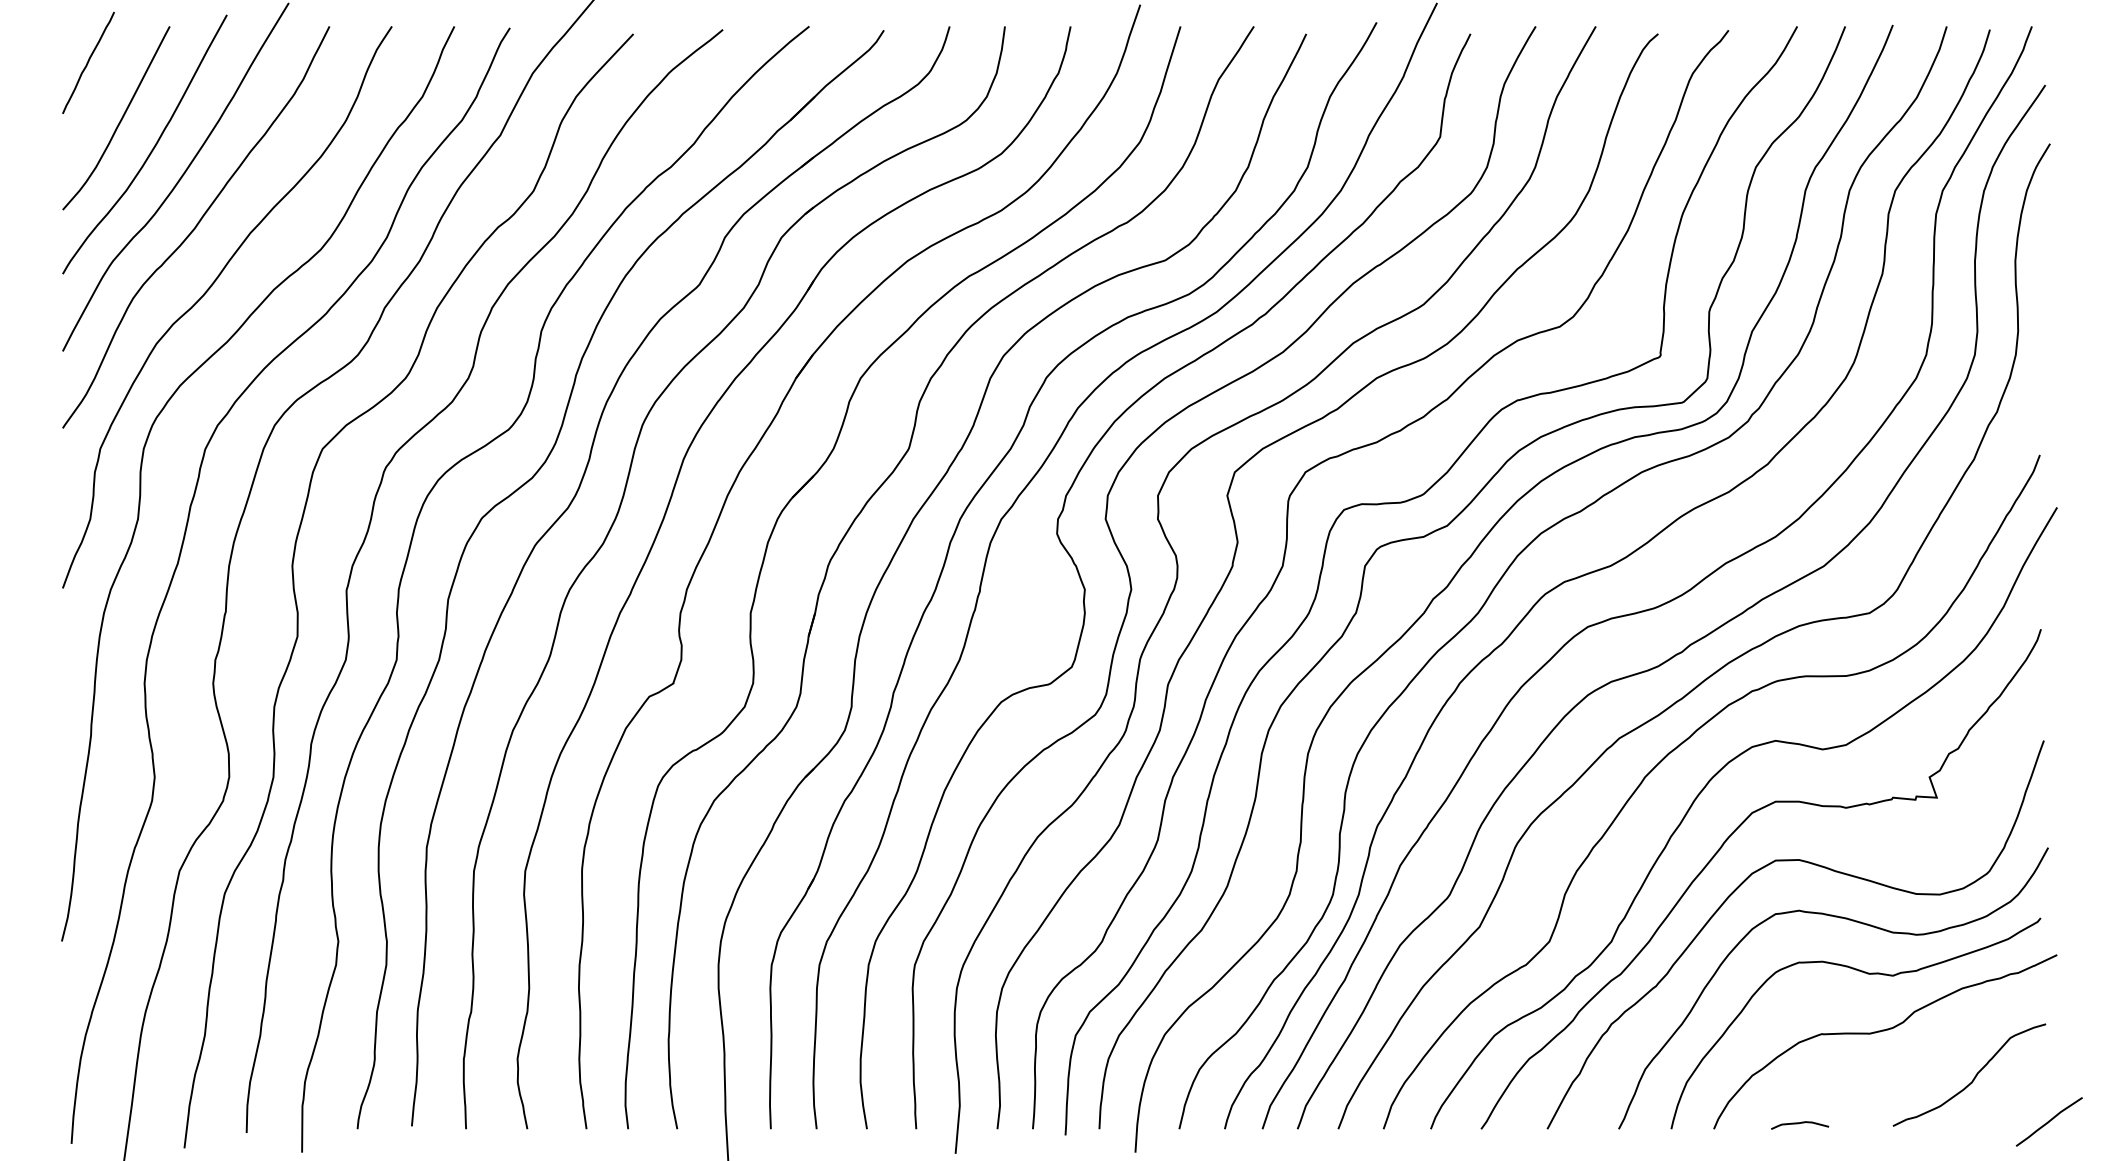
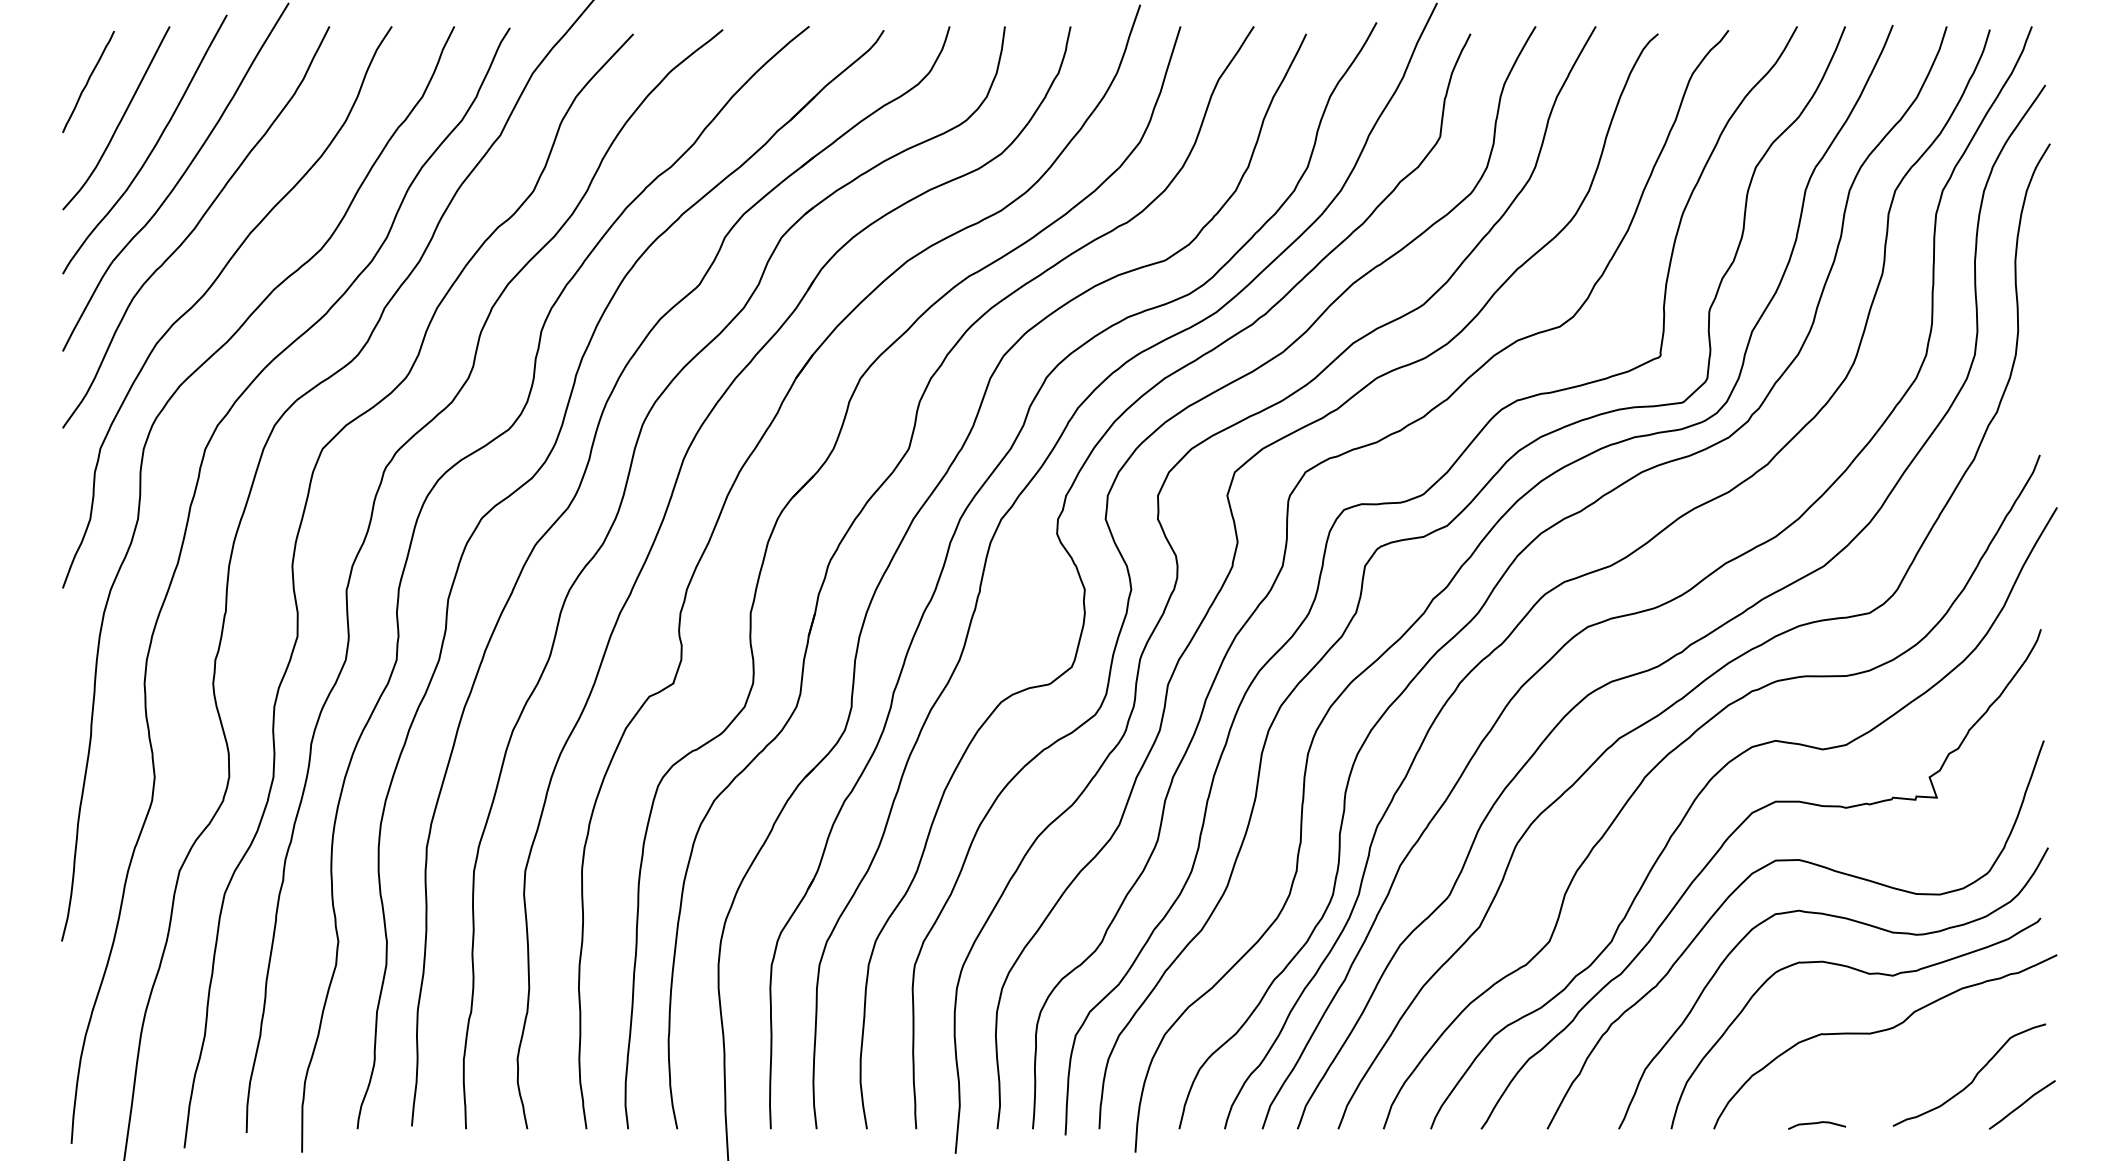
curve at (88, 62) position: (88, 62) -> (88, 81)
curve at (2048, 1121) position: (2048, 1121) -> (2021, 1104)
curve at (1800, 1123) position: (1800, 1123) -> (1817, 1123)
